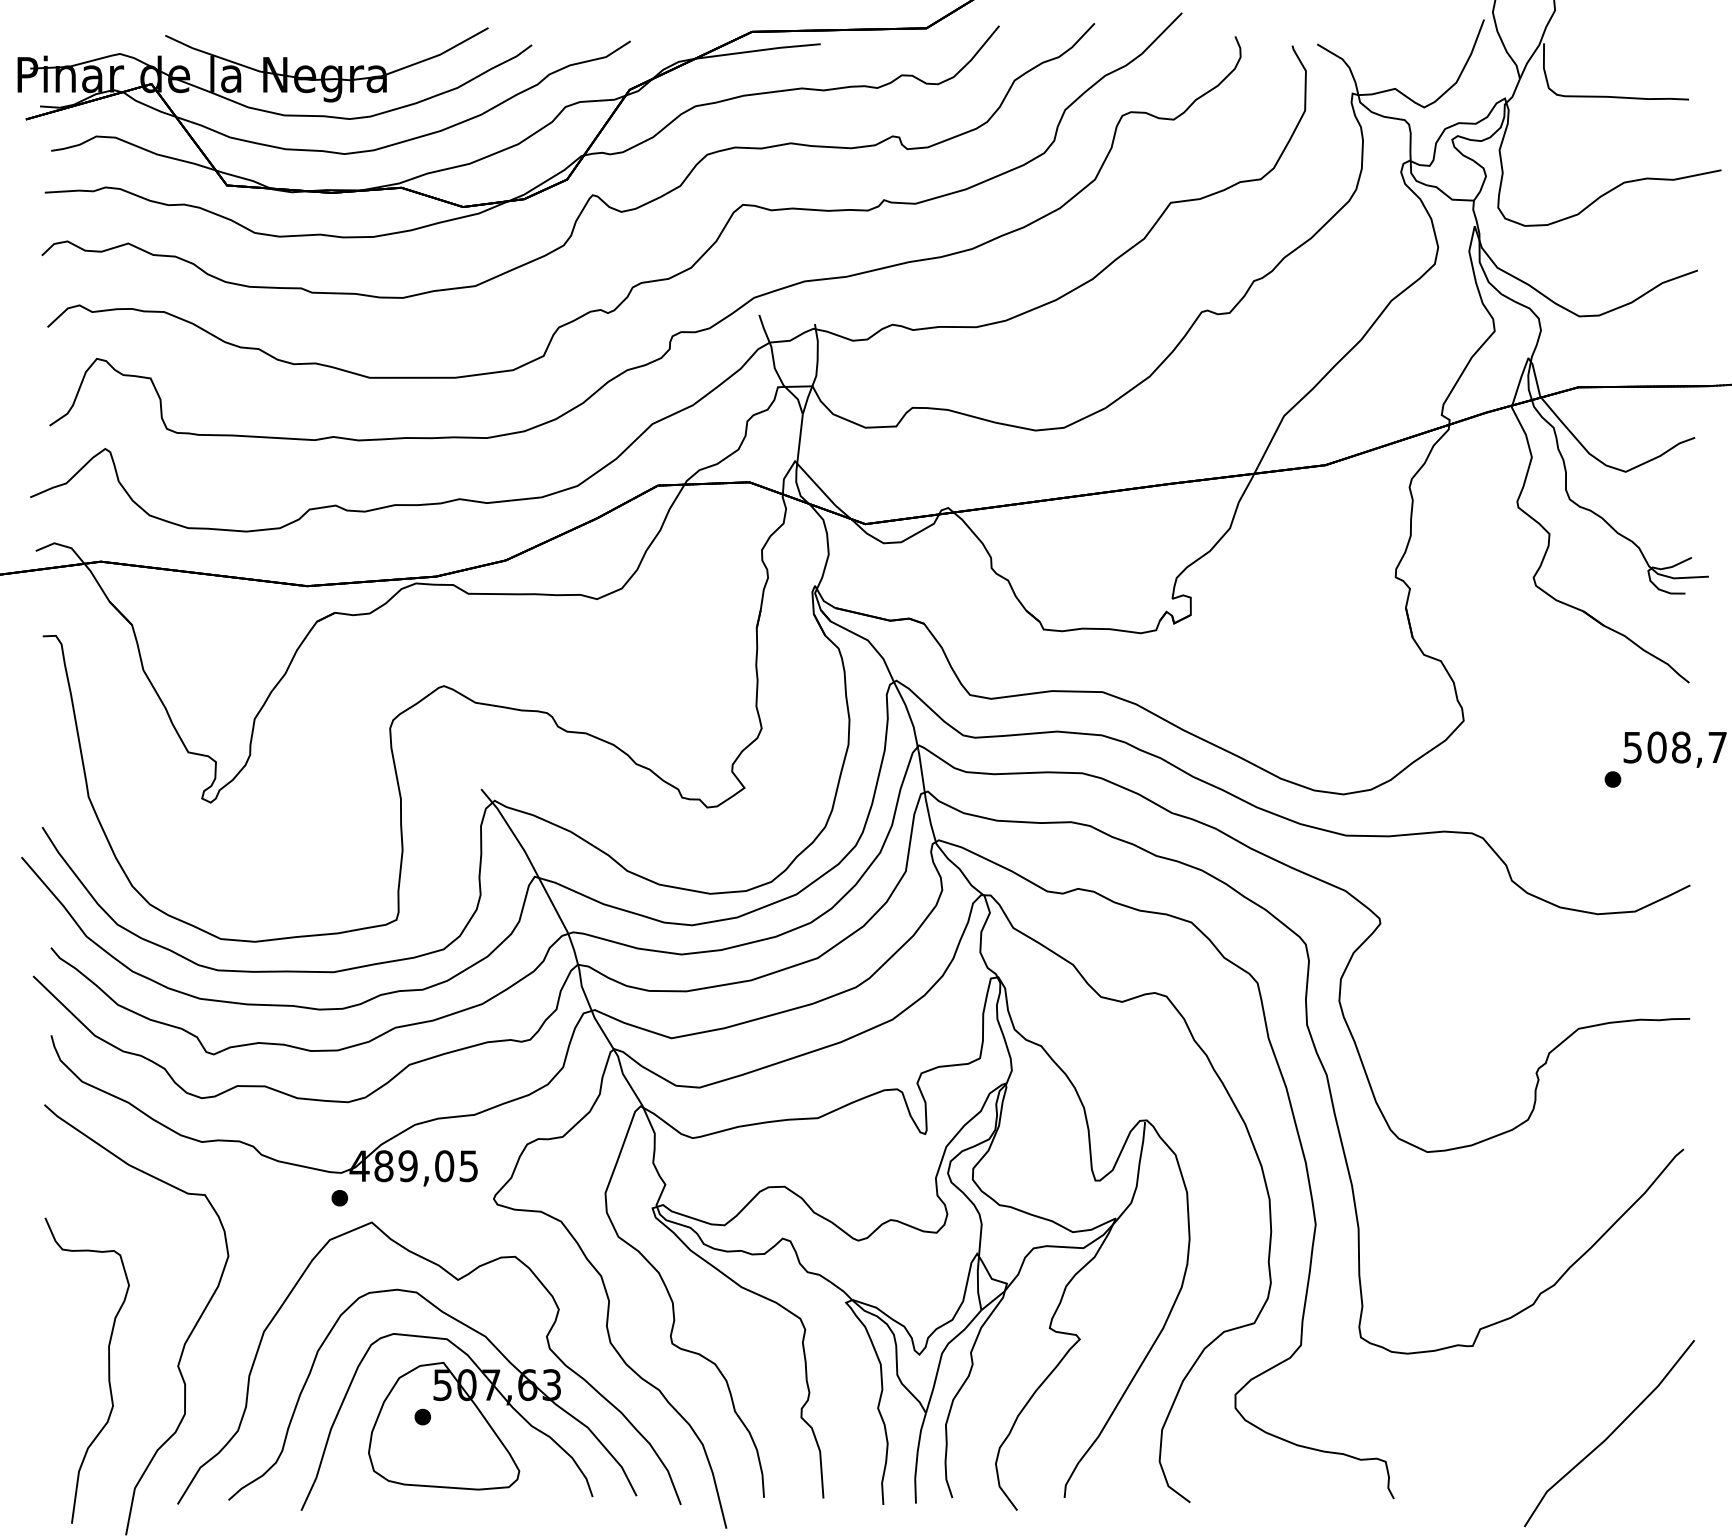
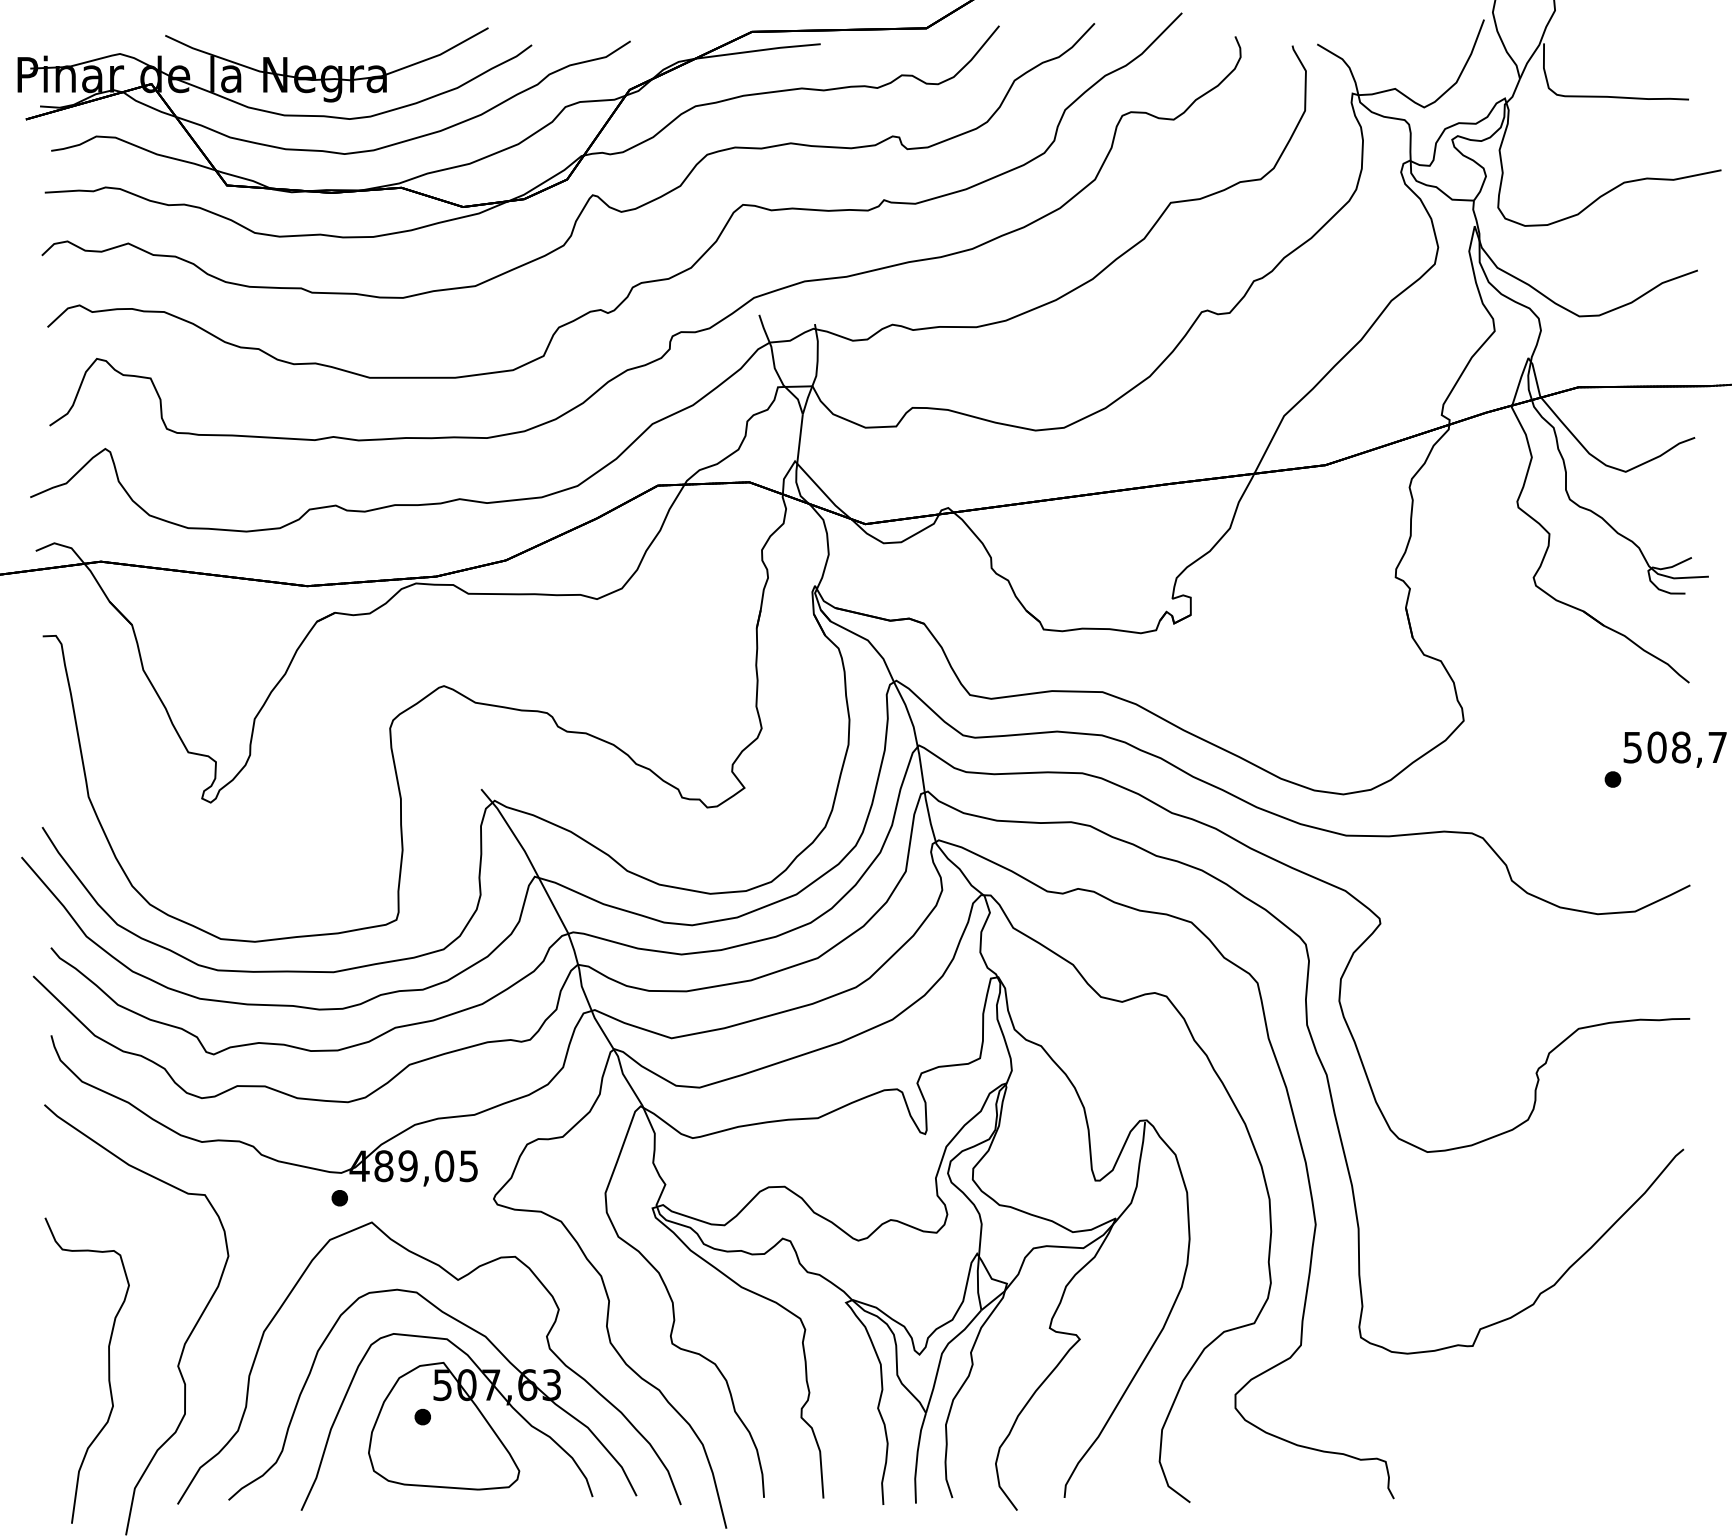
line at (1609, 1434): present -> none
